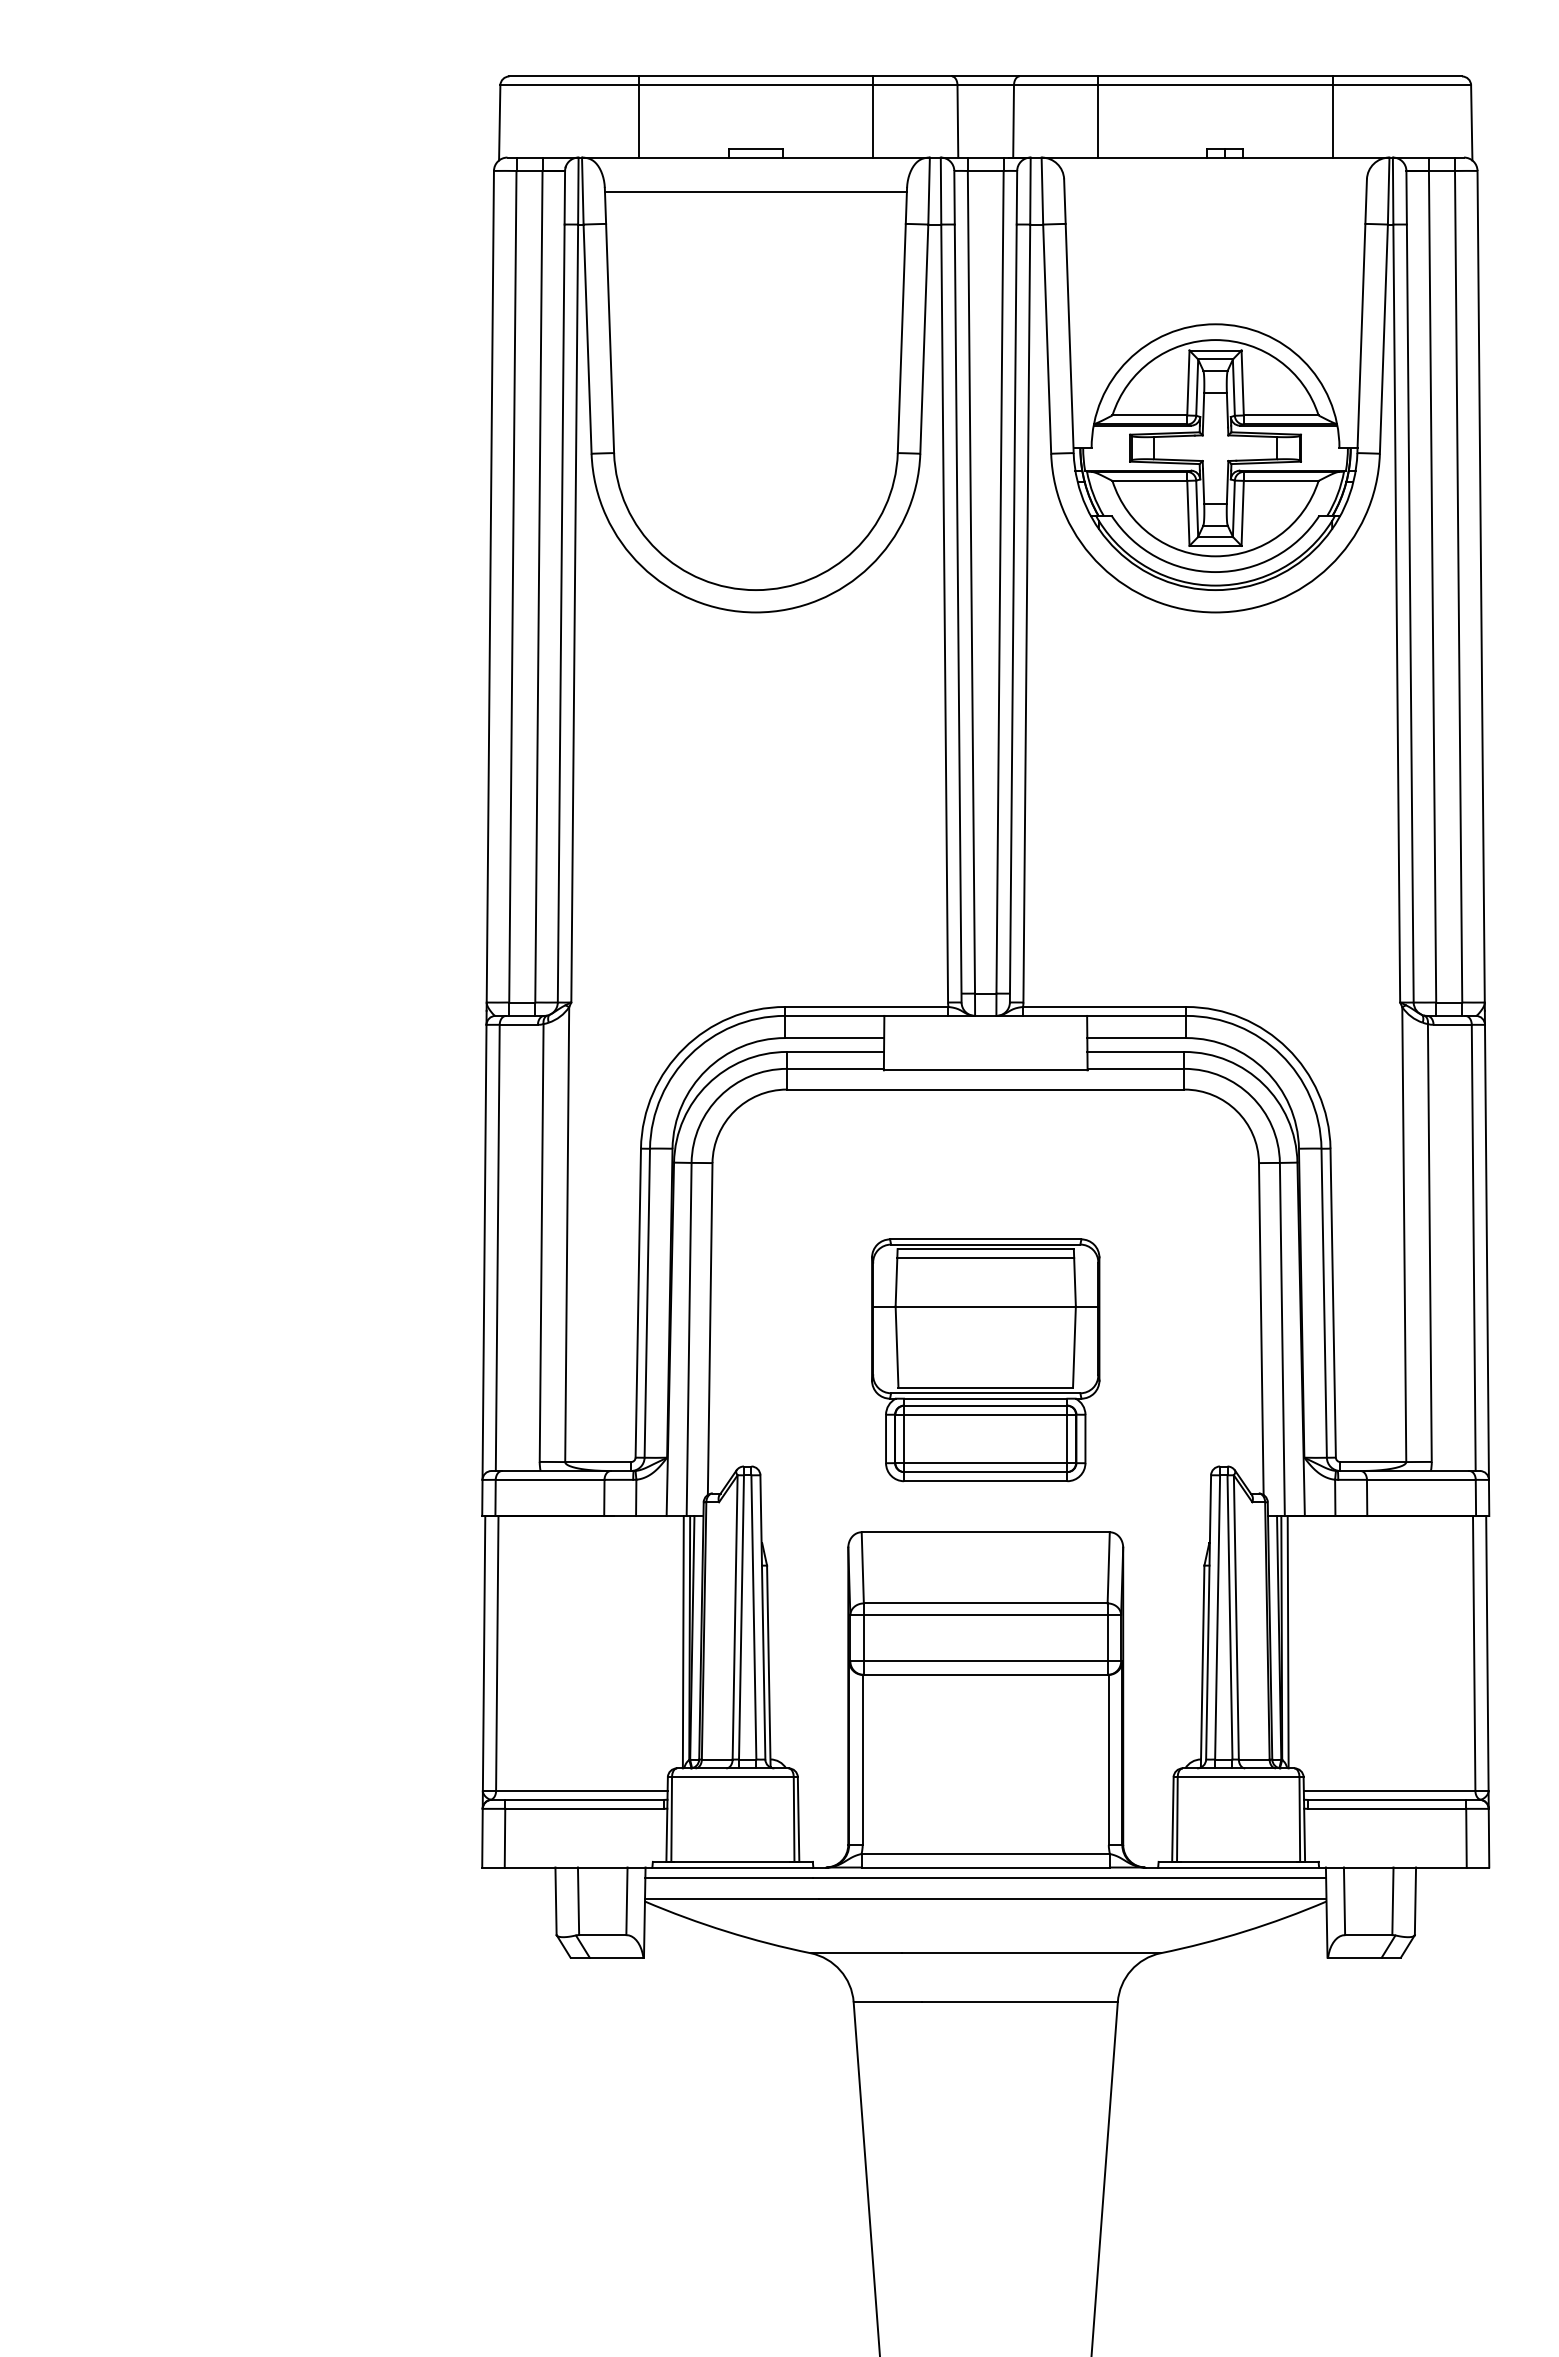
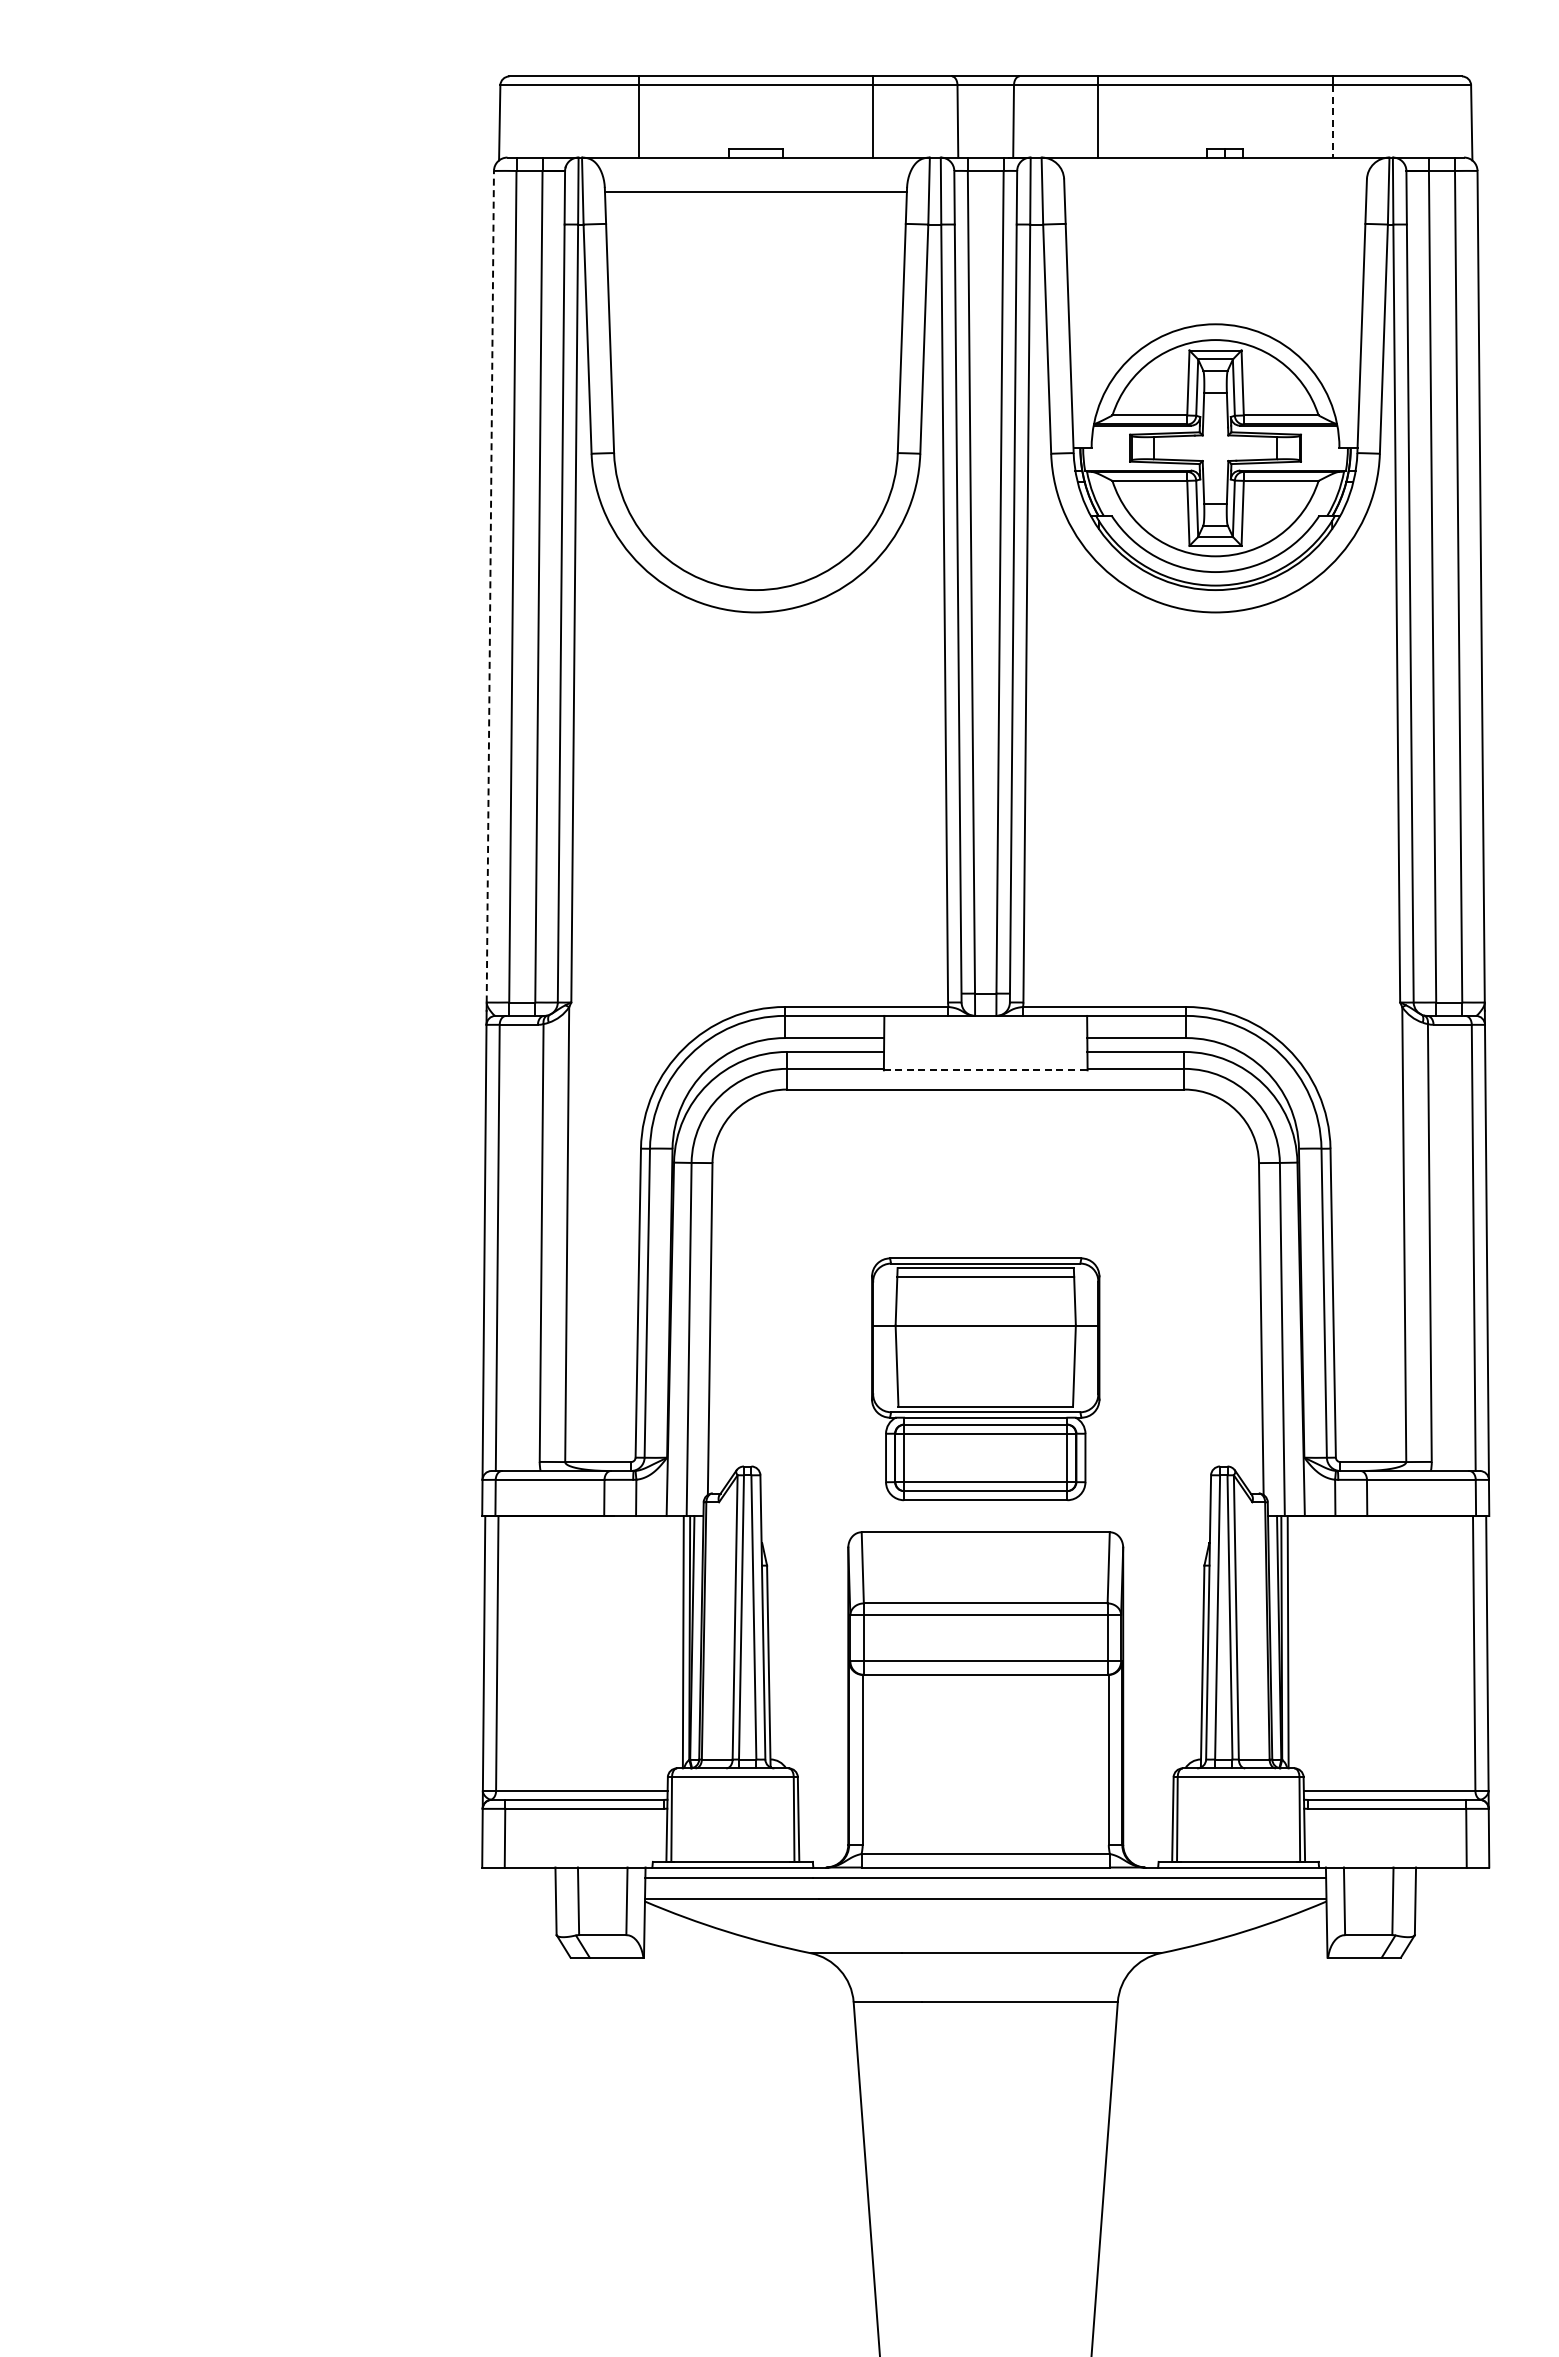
line at (1332, 121): solid -> dashed
line at (490, 586): solid -> dashed
line at (985, 1070): solid -> dashed
part at (985, 1360) position: (985, 1360) -> (985, 1379)
